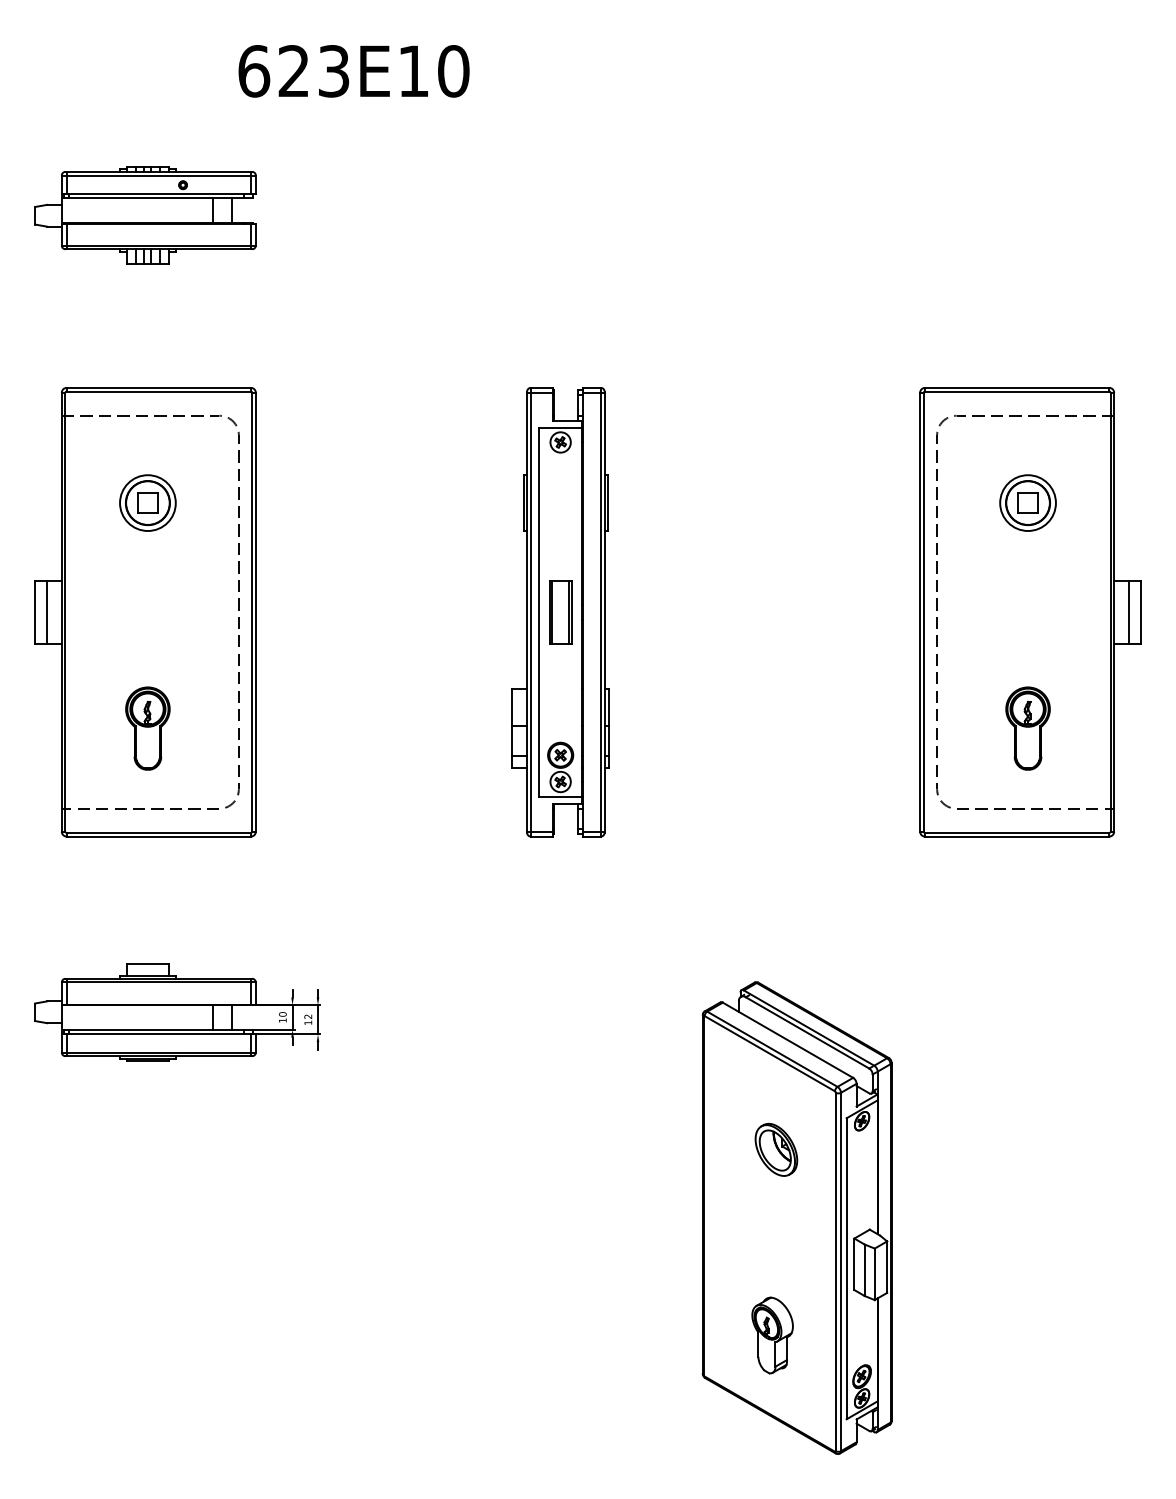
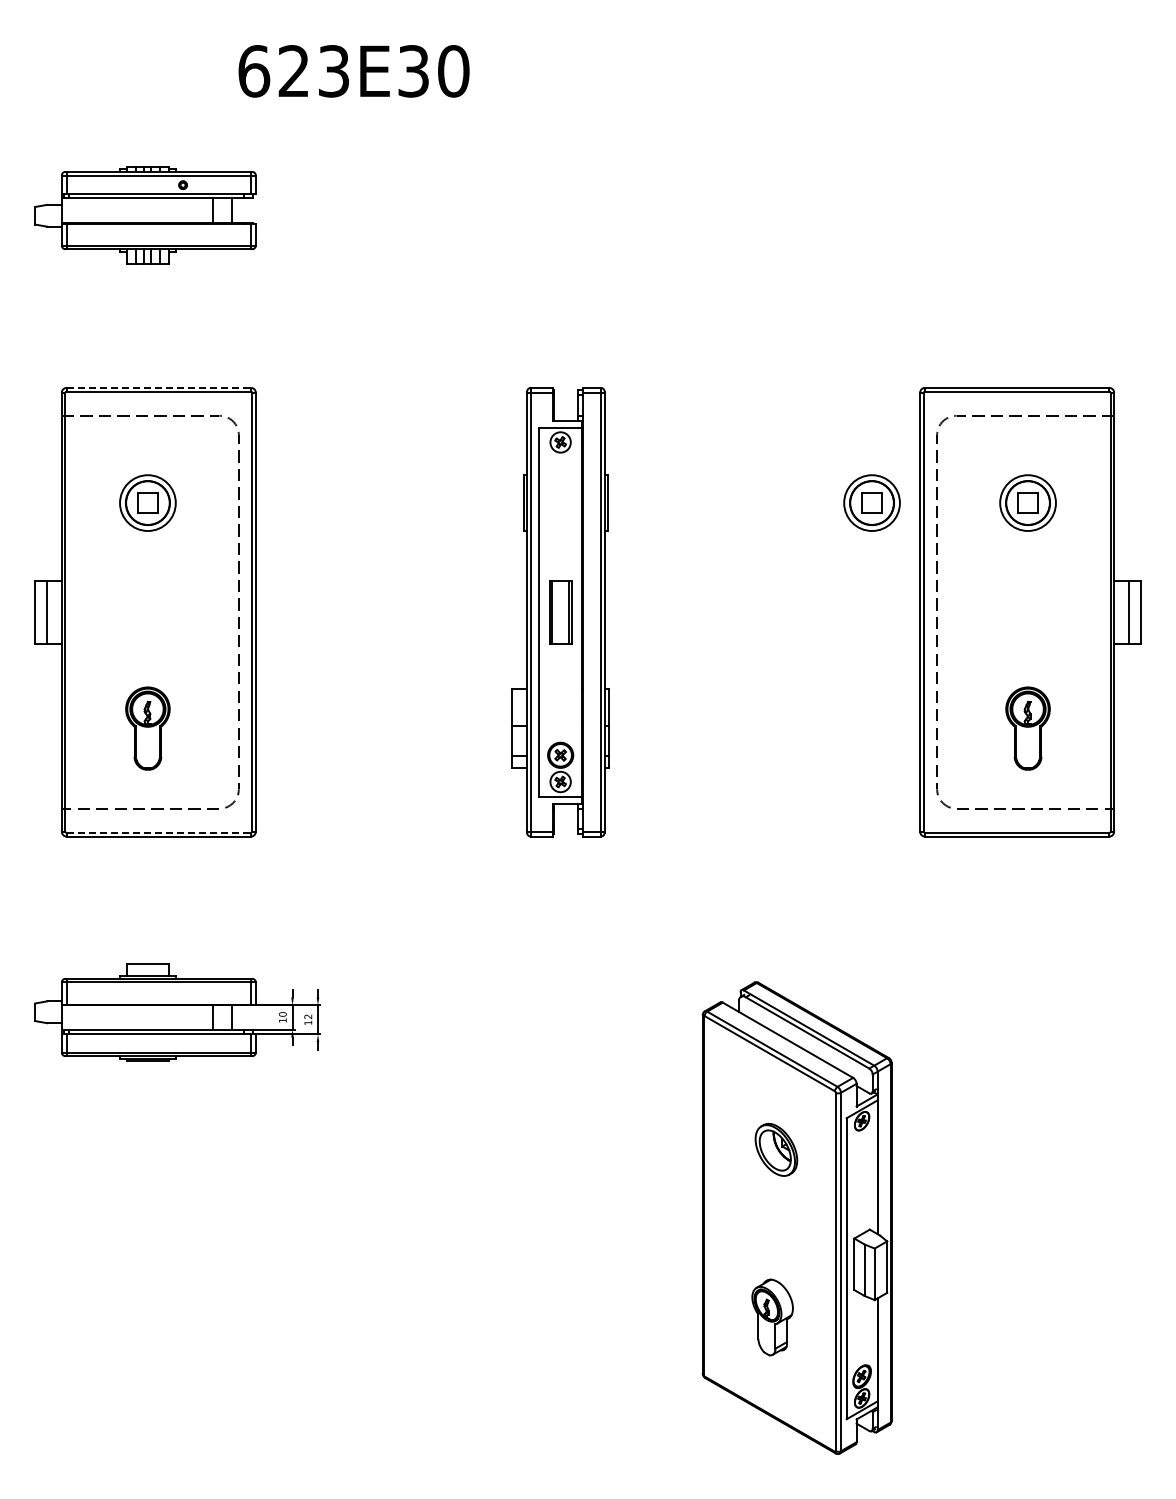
text at (413, 71): 623E10 -> 623E30
line at (159, 387): solid -> dashed
part at (871, 502): none -> present
line at (159, 832): solid -> dashed
part at (772, 1335) position: (772, 1335) -> (772, 1317)
